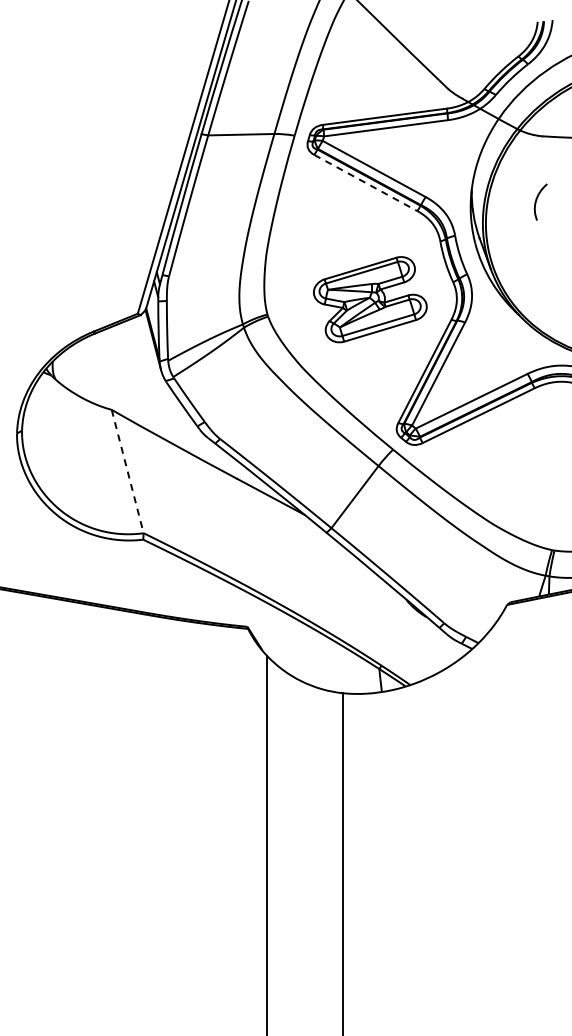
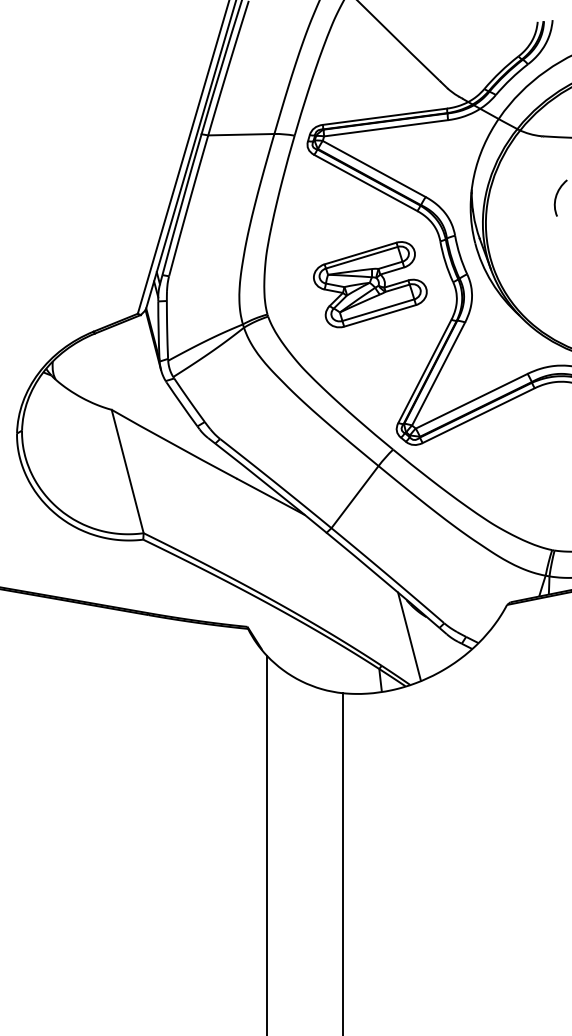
line at (365, 182): dashed -> solid
curve at (537, 200) position: (537, 200) -> (557, 196)
part at (370, 299) position: (370, 299) -> (370, 284)
line at (127, 471): dashed -> solid
line at (409, 636): none -> present
